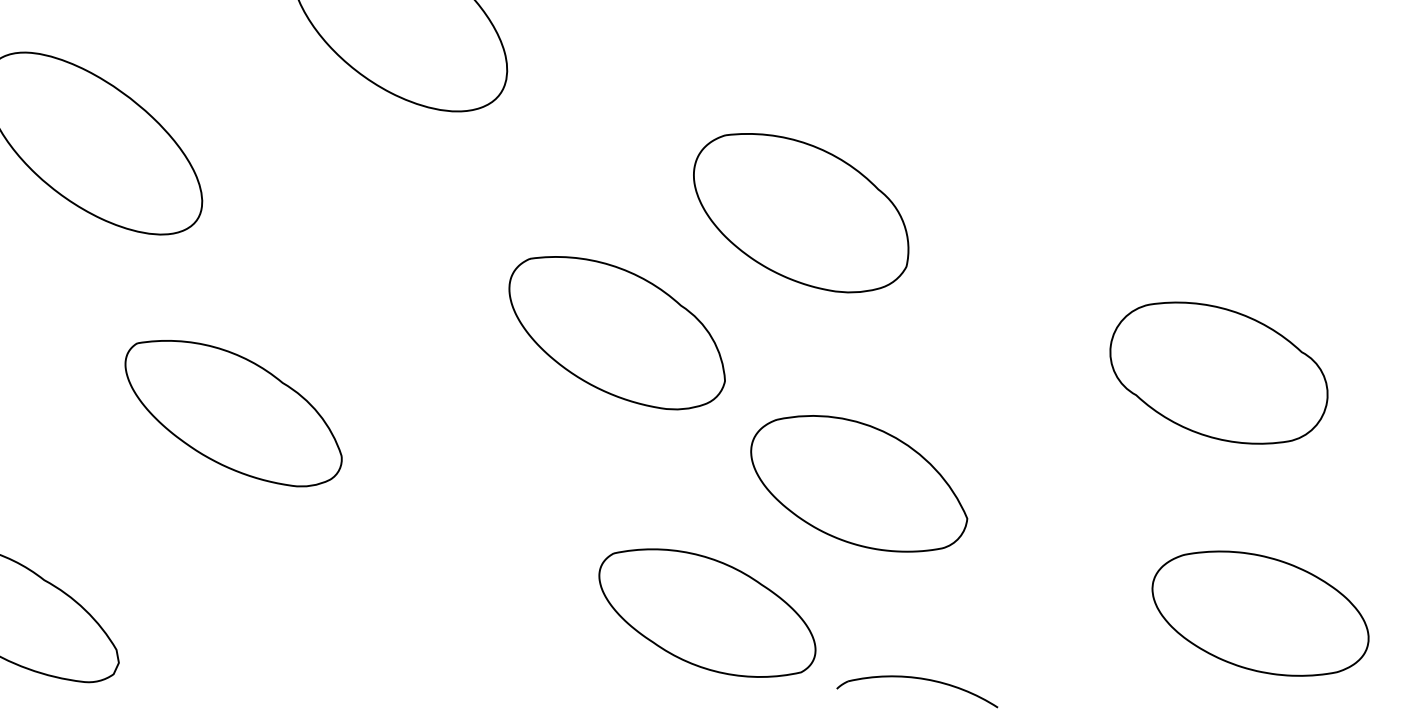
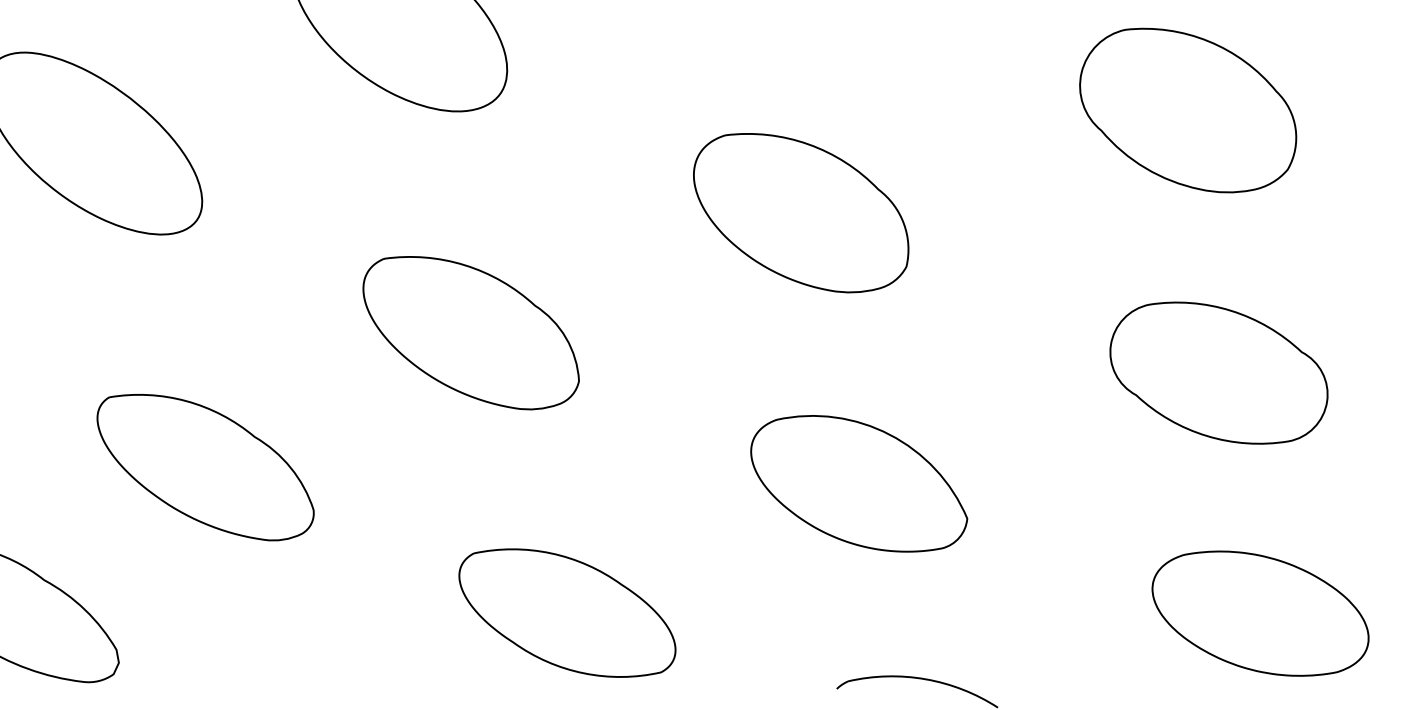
part at (1188, 110): none -> present
part at (616, 333) position: (616, 333) -> (470, 333)
part at (233, 413) position: (233, 413) -> (205, 467)
part at (707, 612) position: (707, 612) -> (567, 612)
